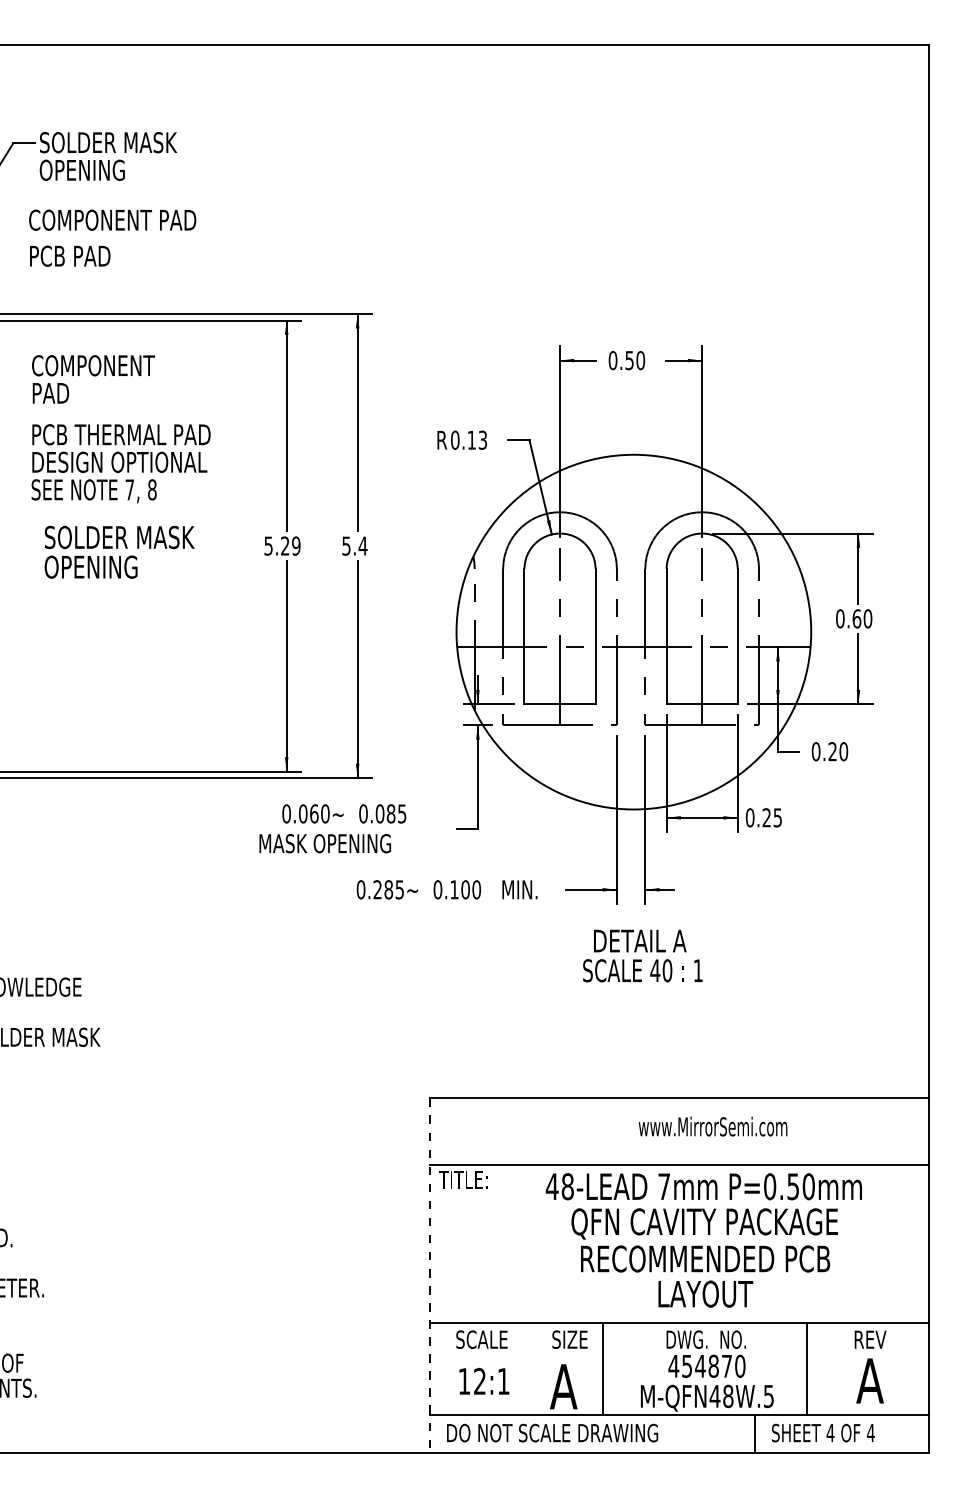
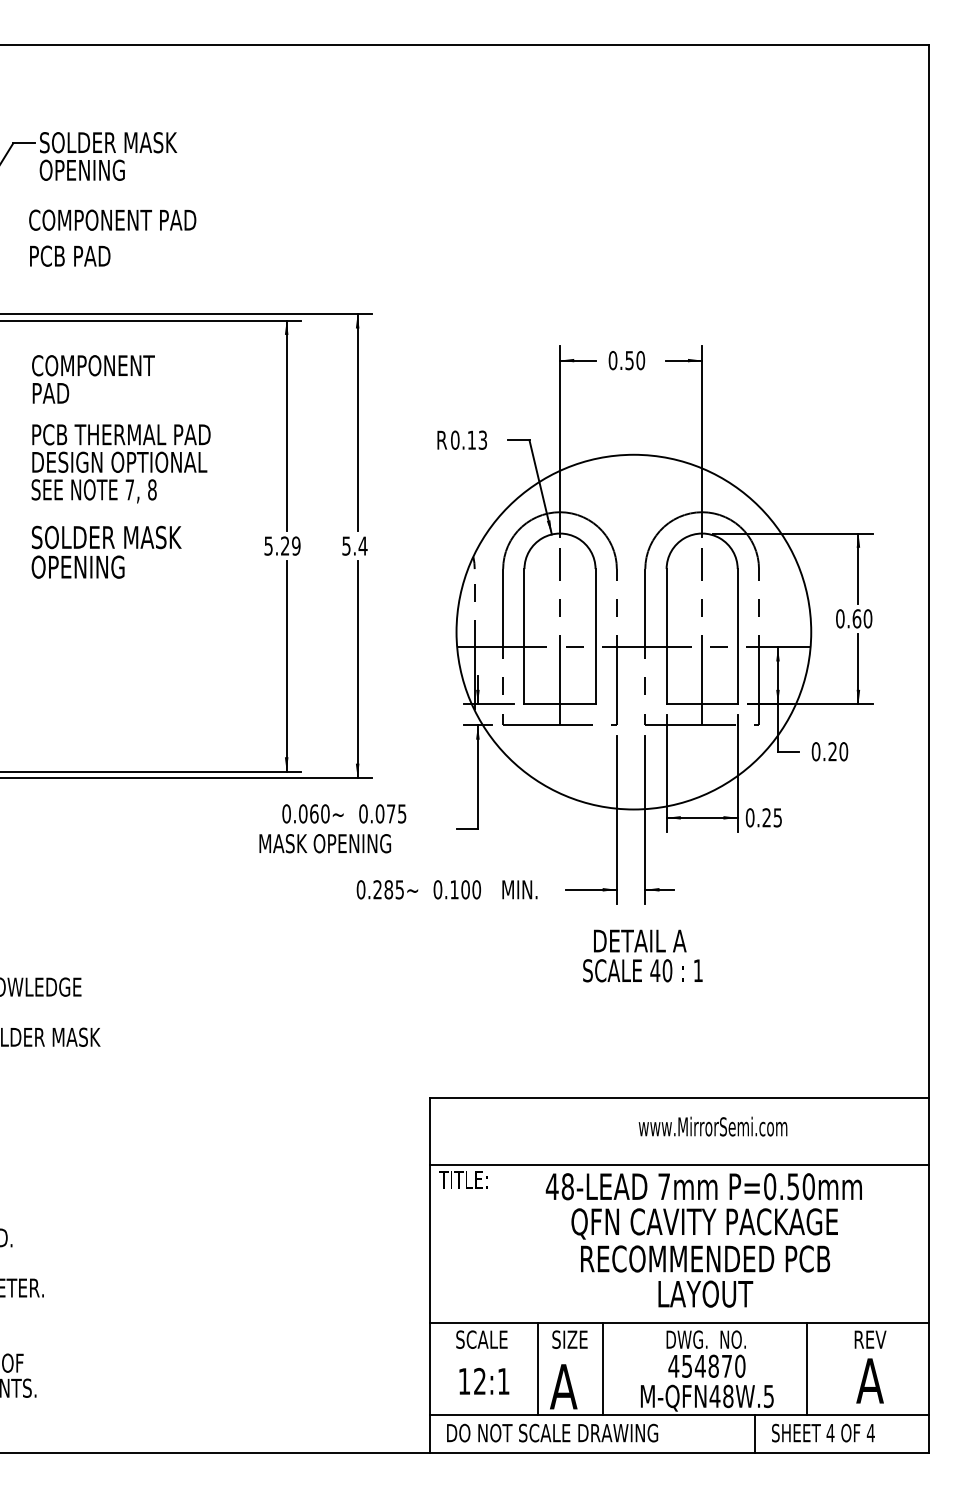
text at (119, 551) position: (119, 551) -> (106, 551)
text at (390, 813): 0.085 -> 0.075
line at (430, 1276): dashed -> solid
line at (538, 1368): none -> present
